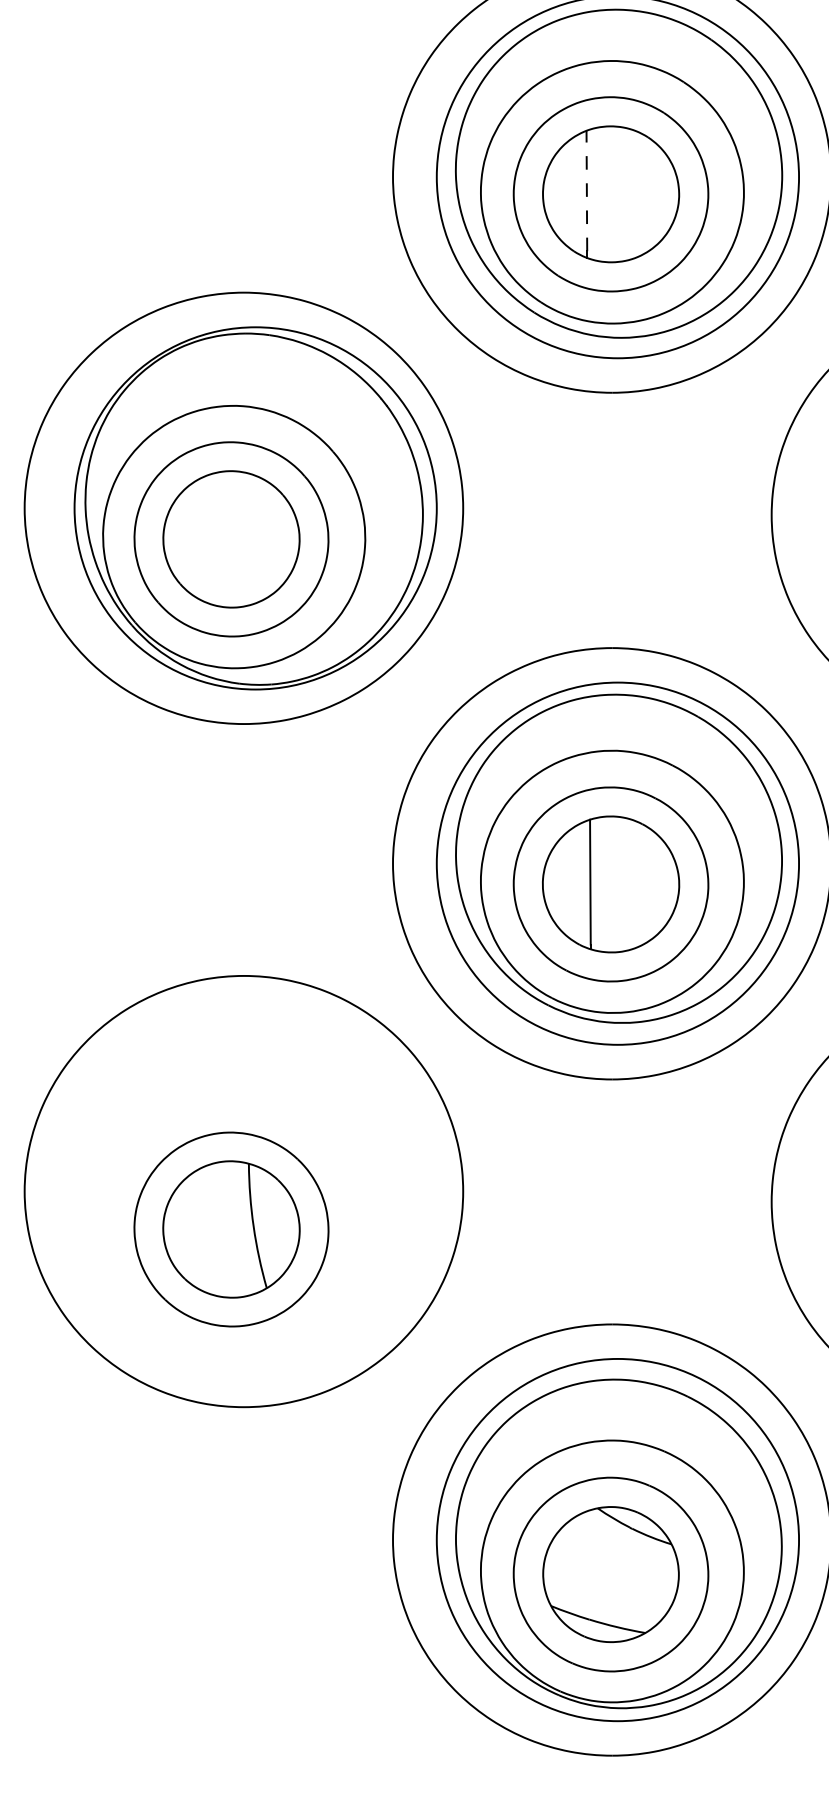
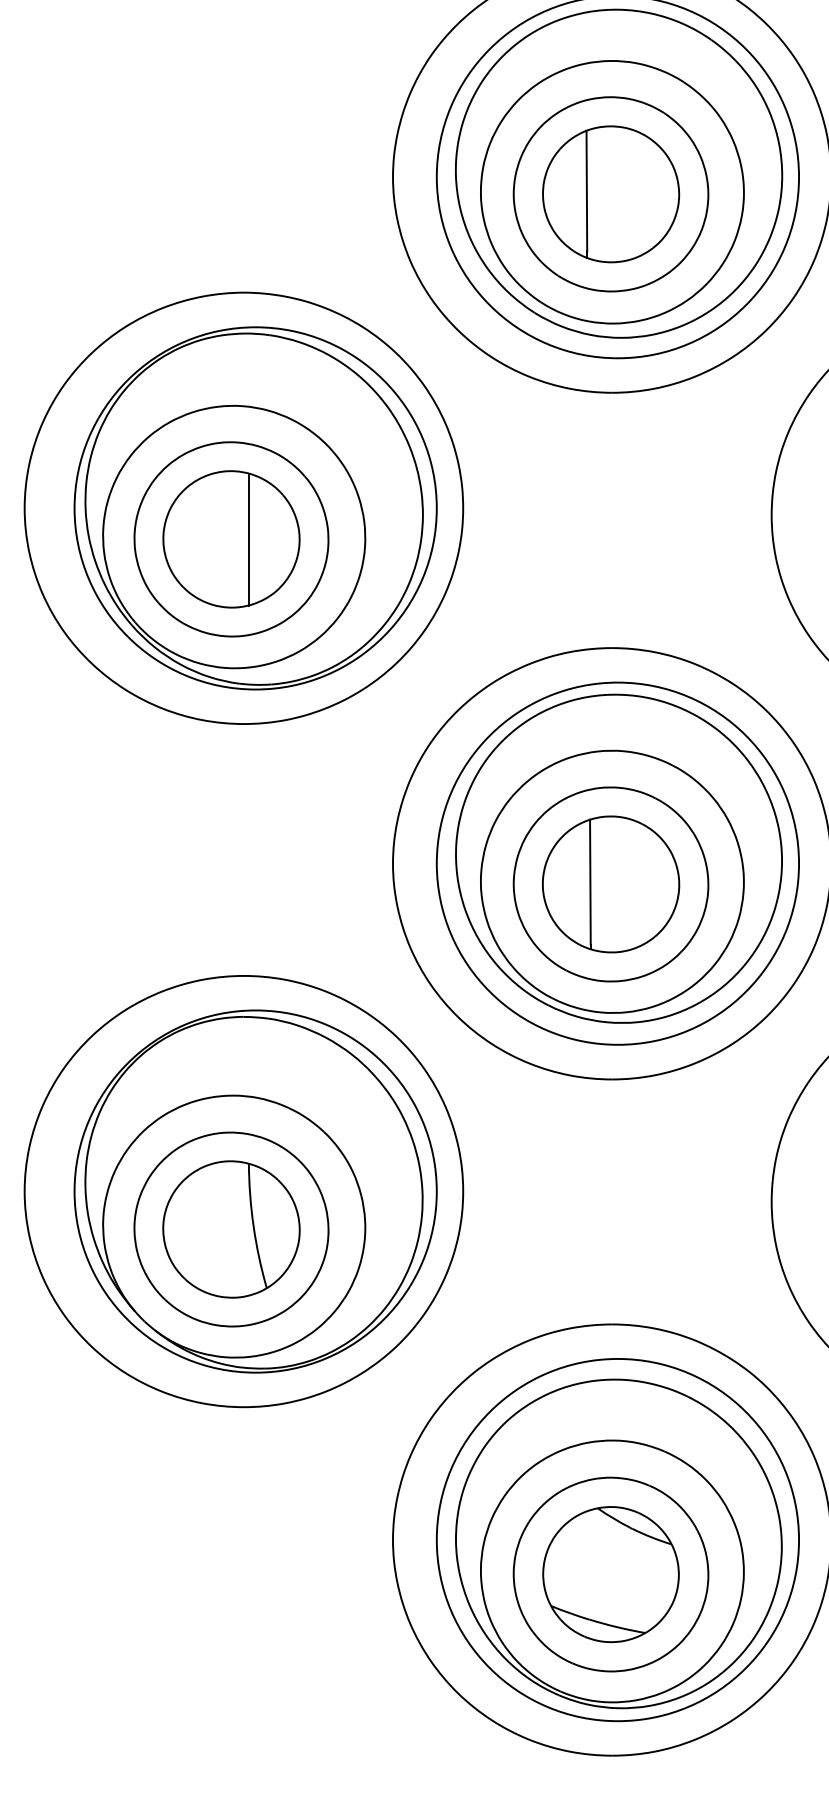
line at (586, 190): dashed -> solid
line at (248, 539): none -> present
part at (255, 1191): none -> present
